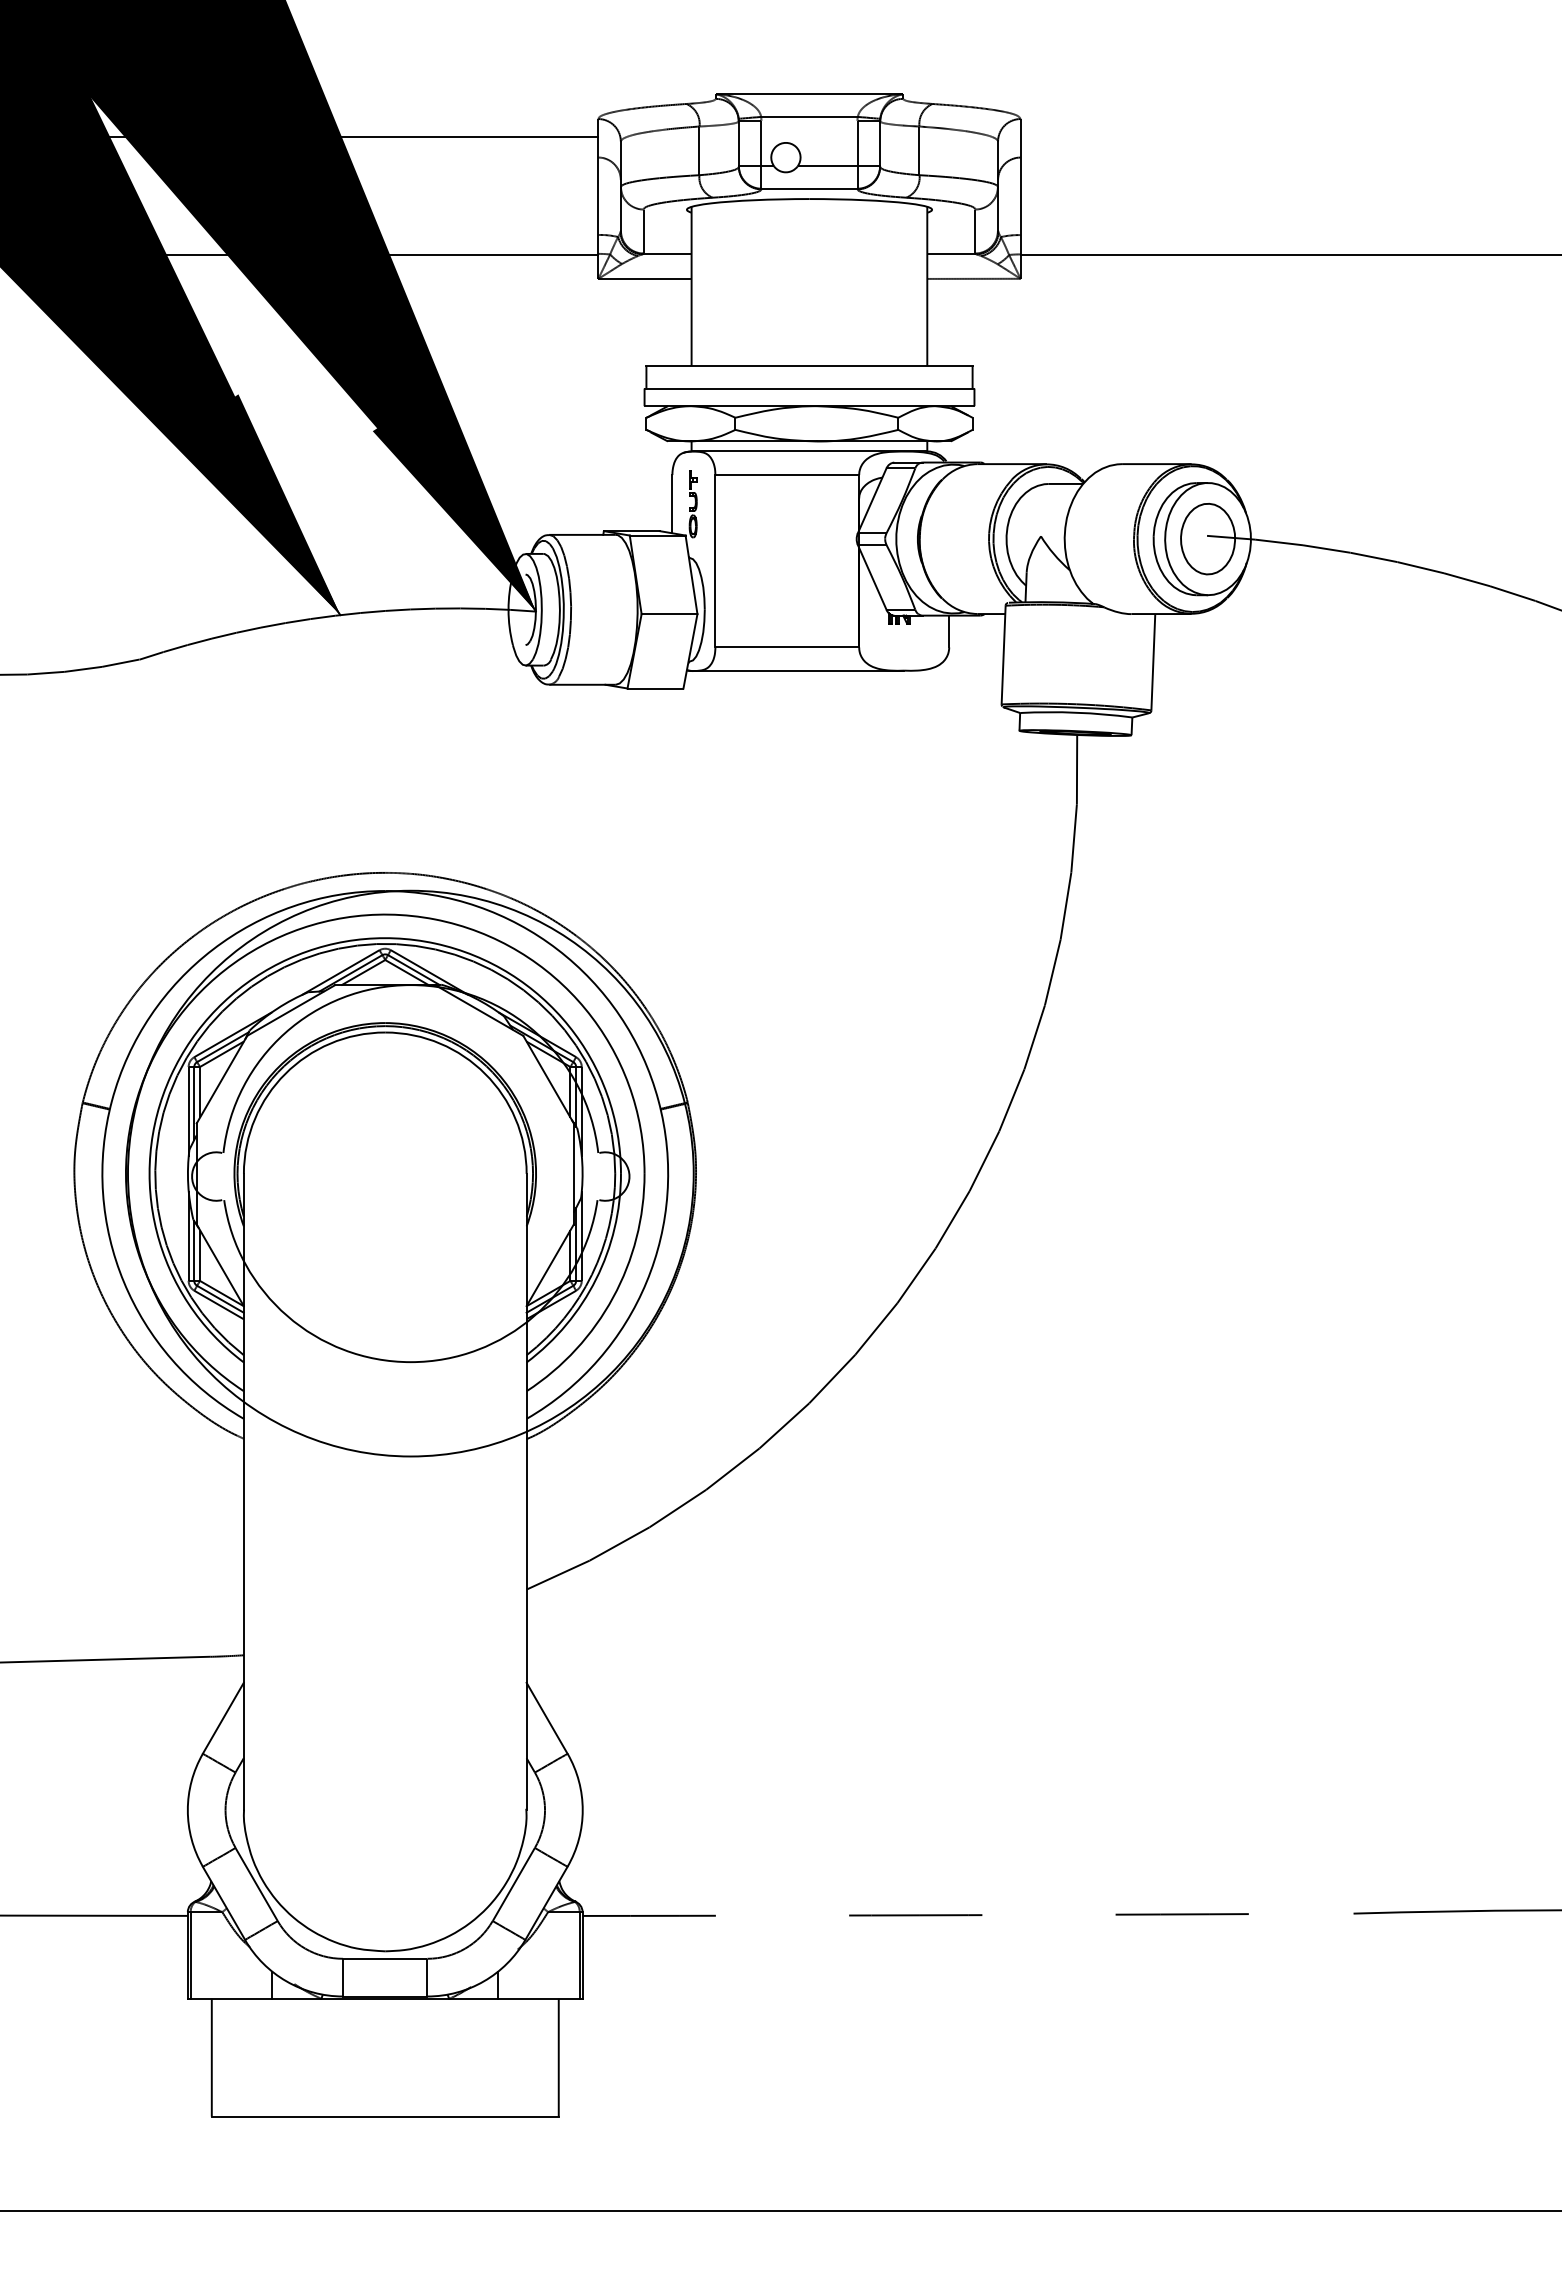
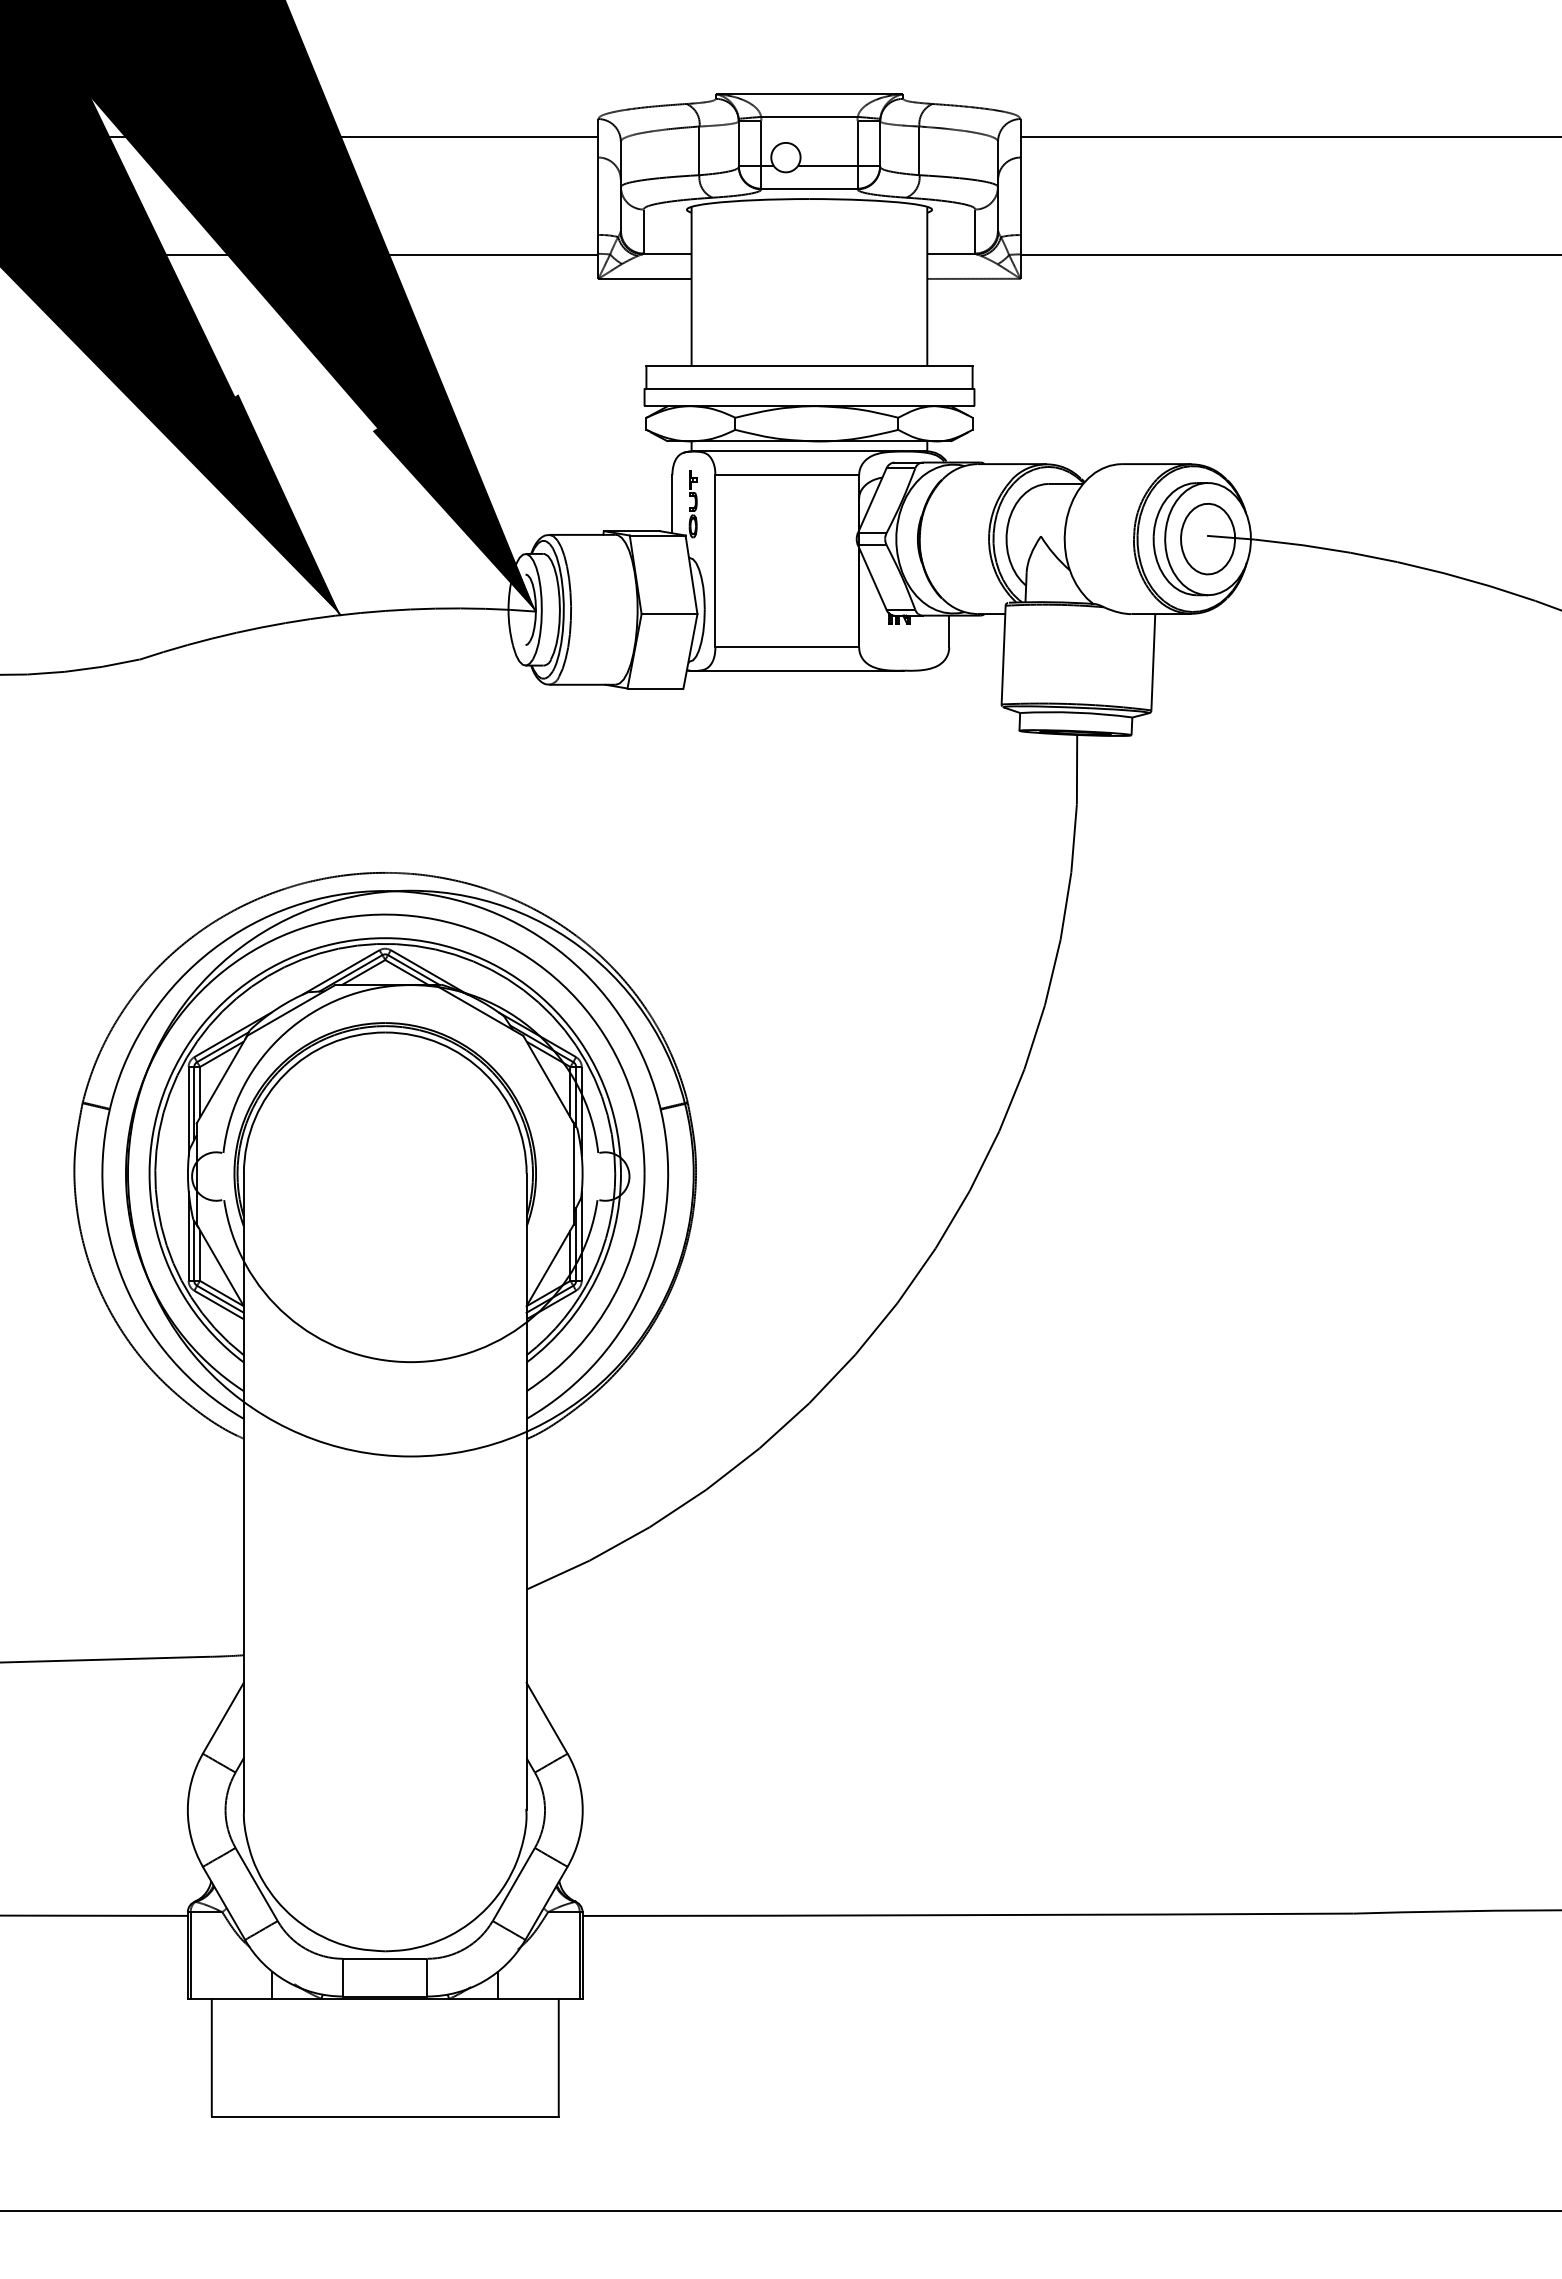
line at (1289, 136): none -> present
arc at (968, 1915): dashed -> solid
